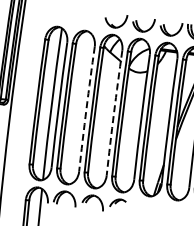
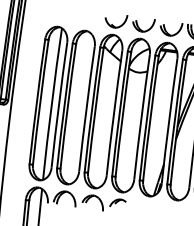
arc at (86, 109): dashed -> solid
arc at (114, 113): dashed -> solid
